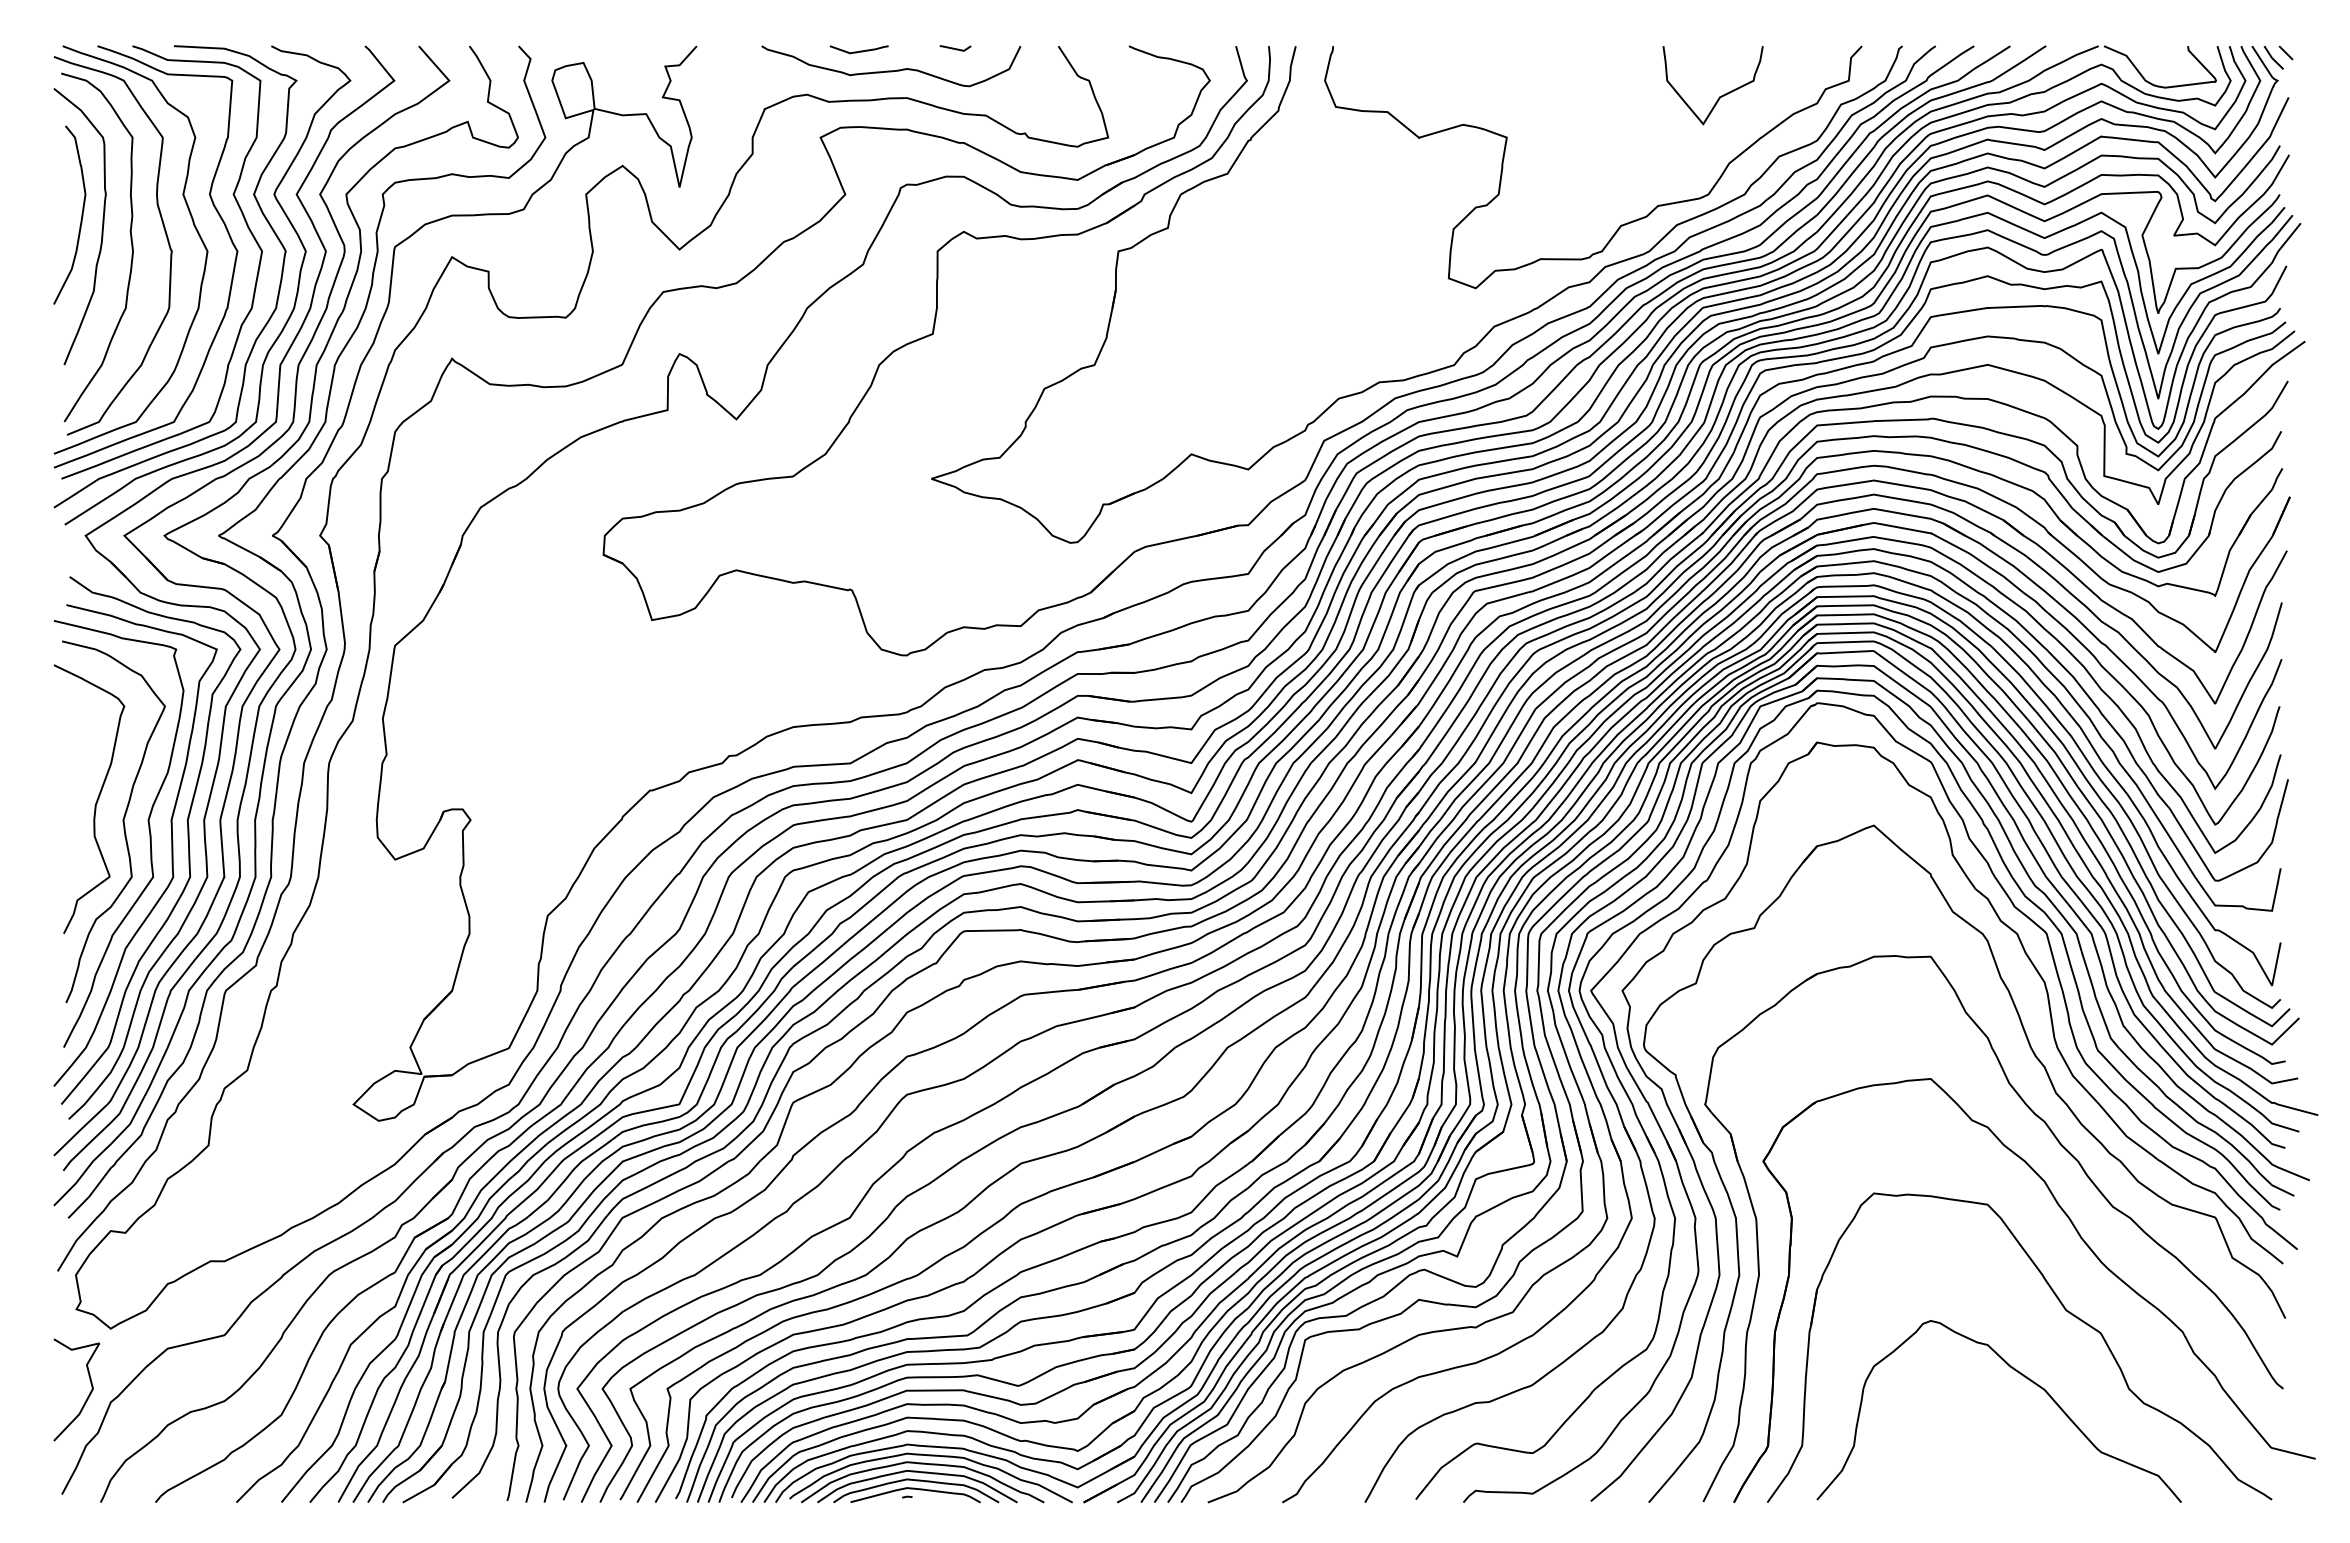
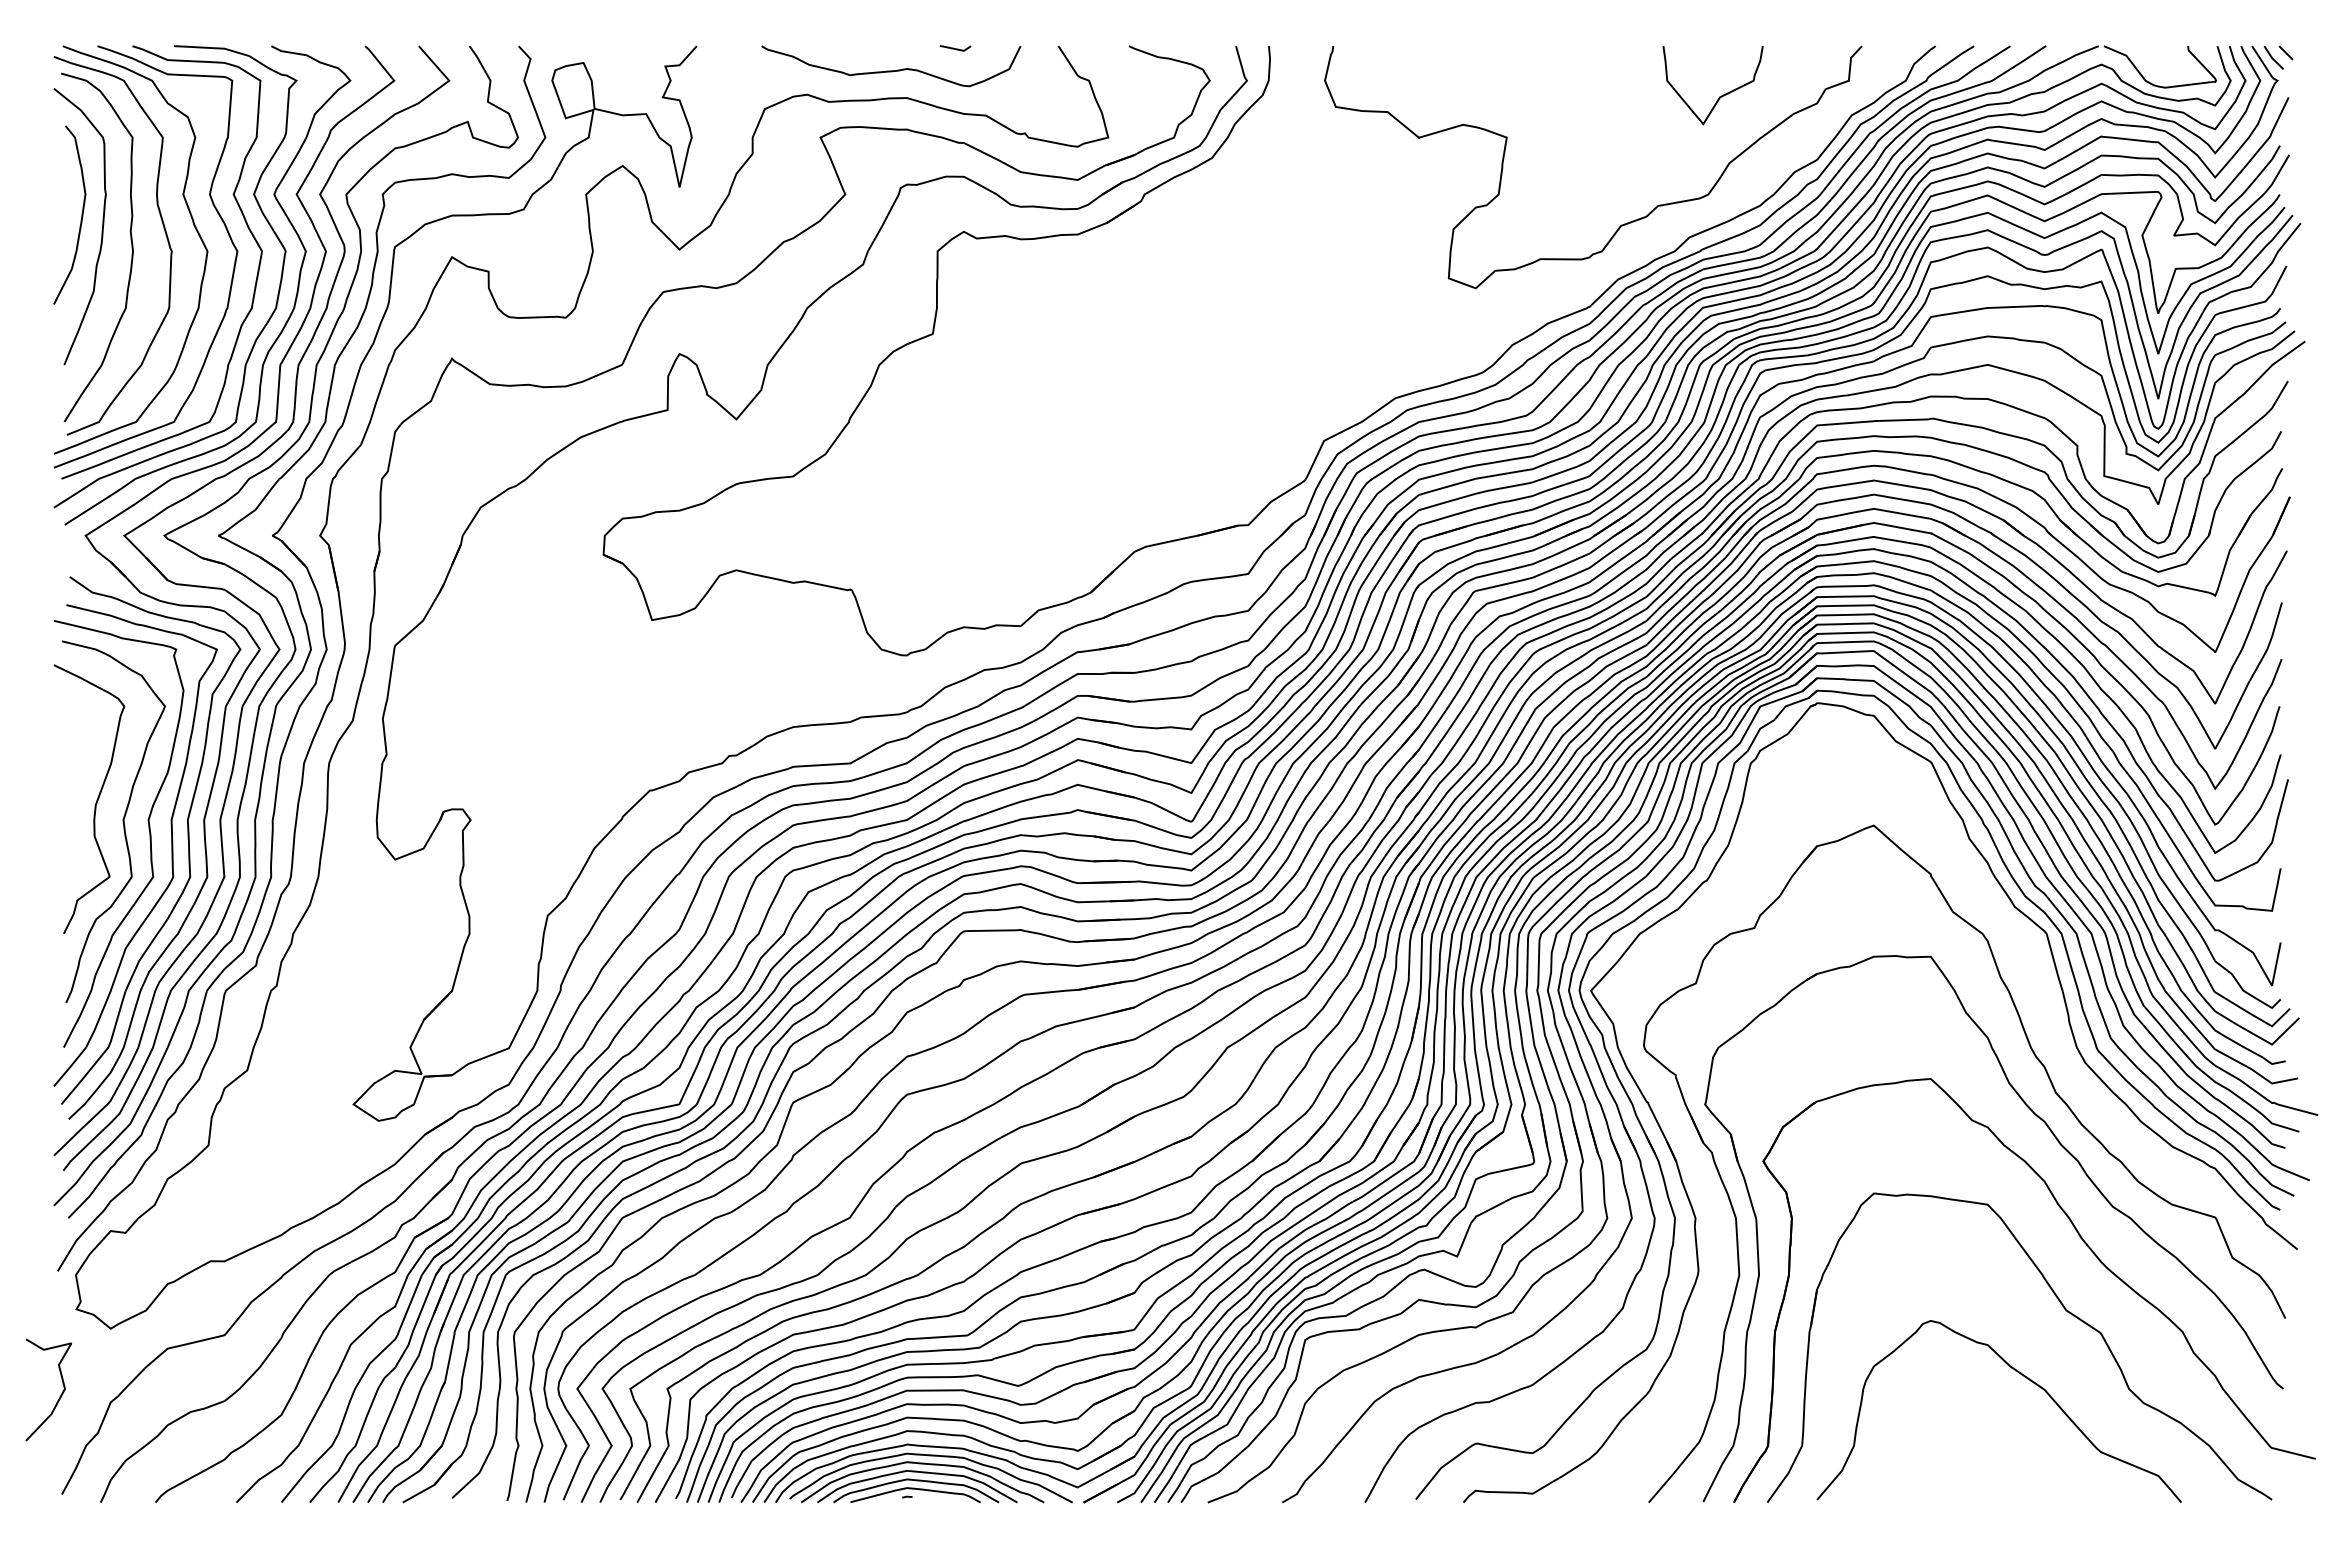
line at (859, 50): present -> none
part at (1464, 351): present -> none
part at (2057, 1050): present -> none
curve at (88, 1394) position: (88, 1394) -> (60, 1394)
